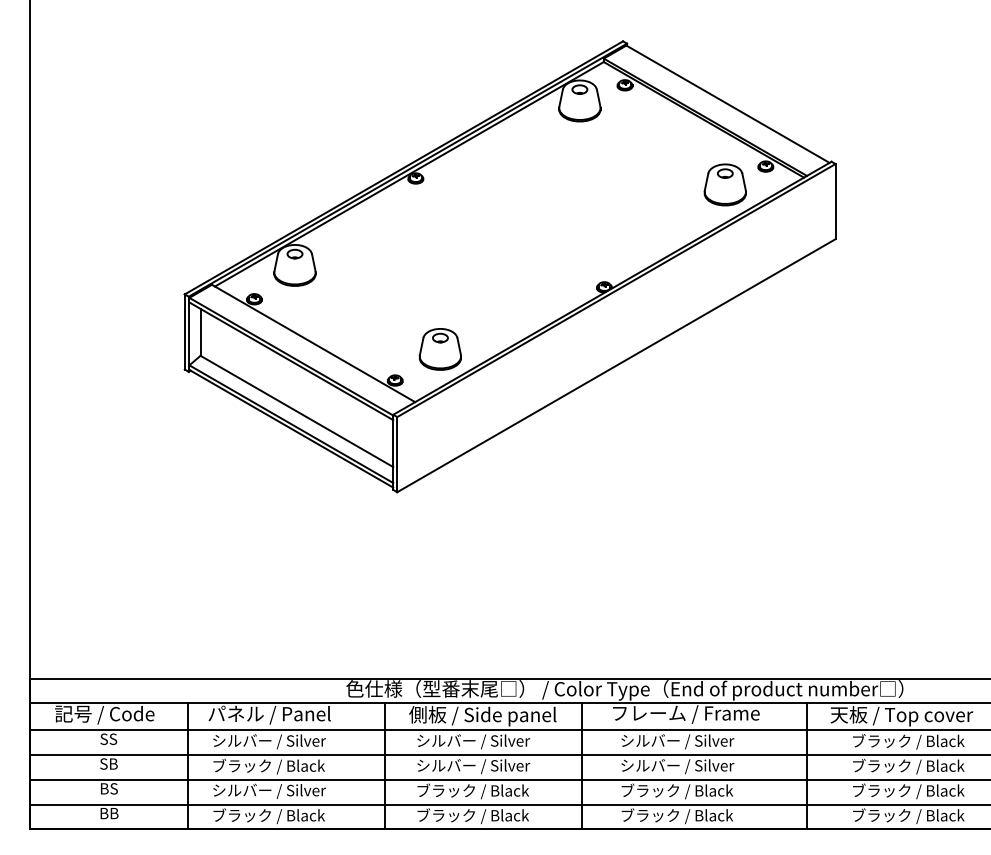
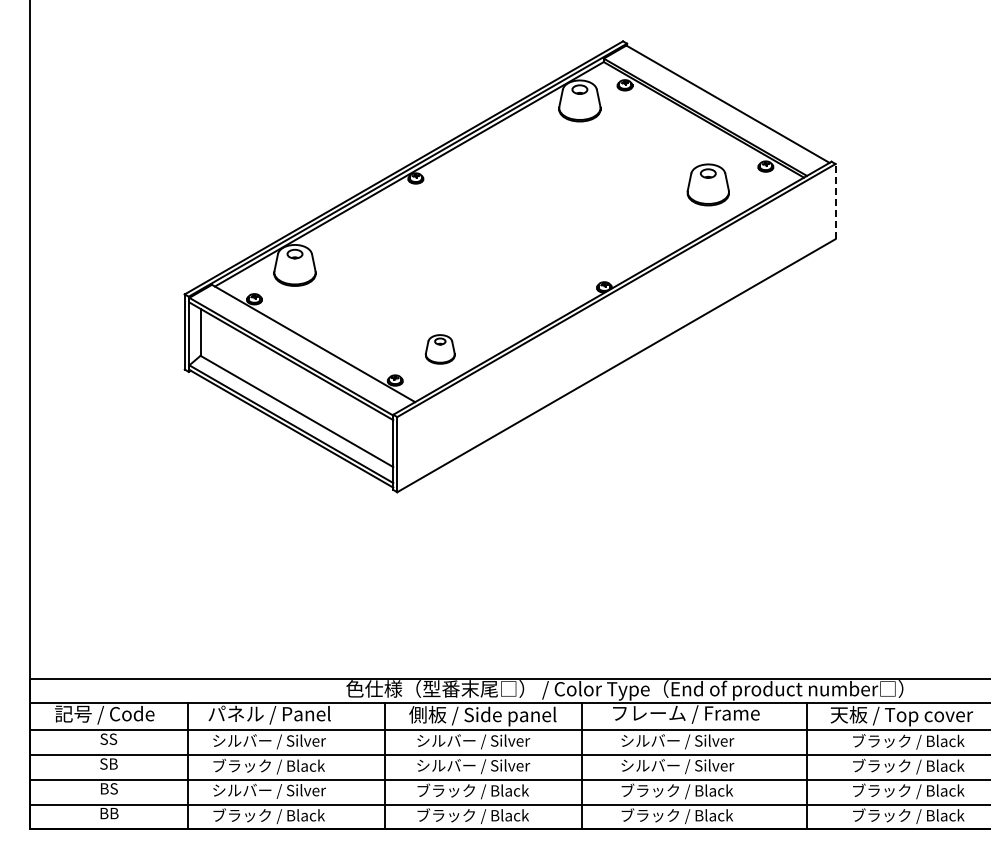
part at (724, 184) position: (724, 184) -> (707, 184)
line at (835, 201): solid -> dashed
part at (439, 349) size: 44x43 px -> 32x31 px
